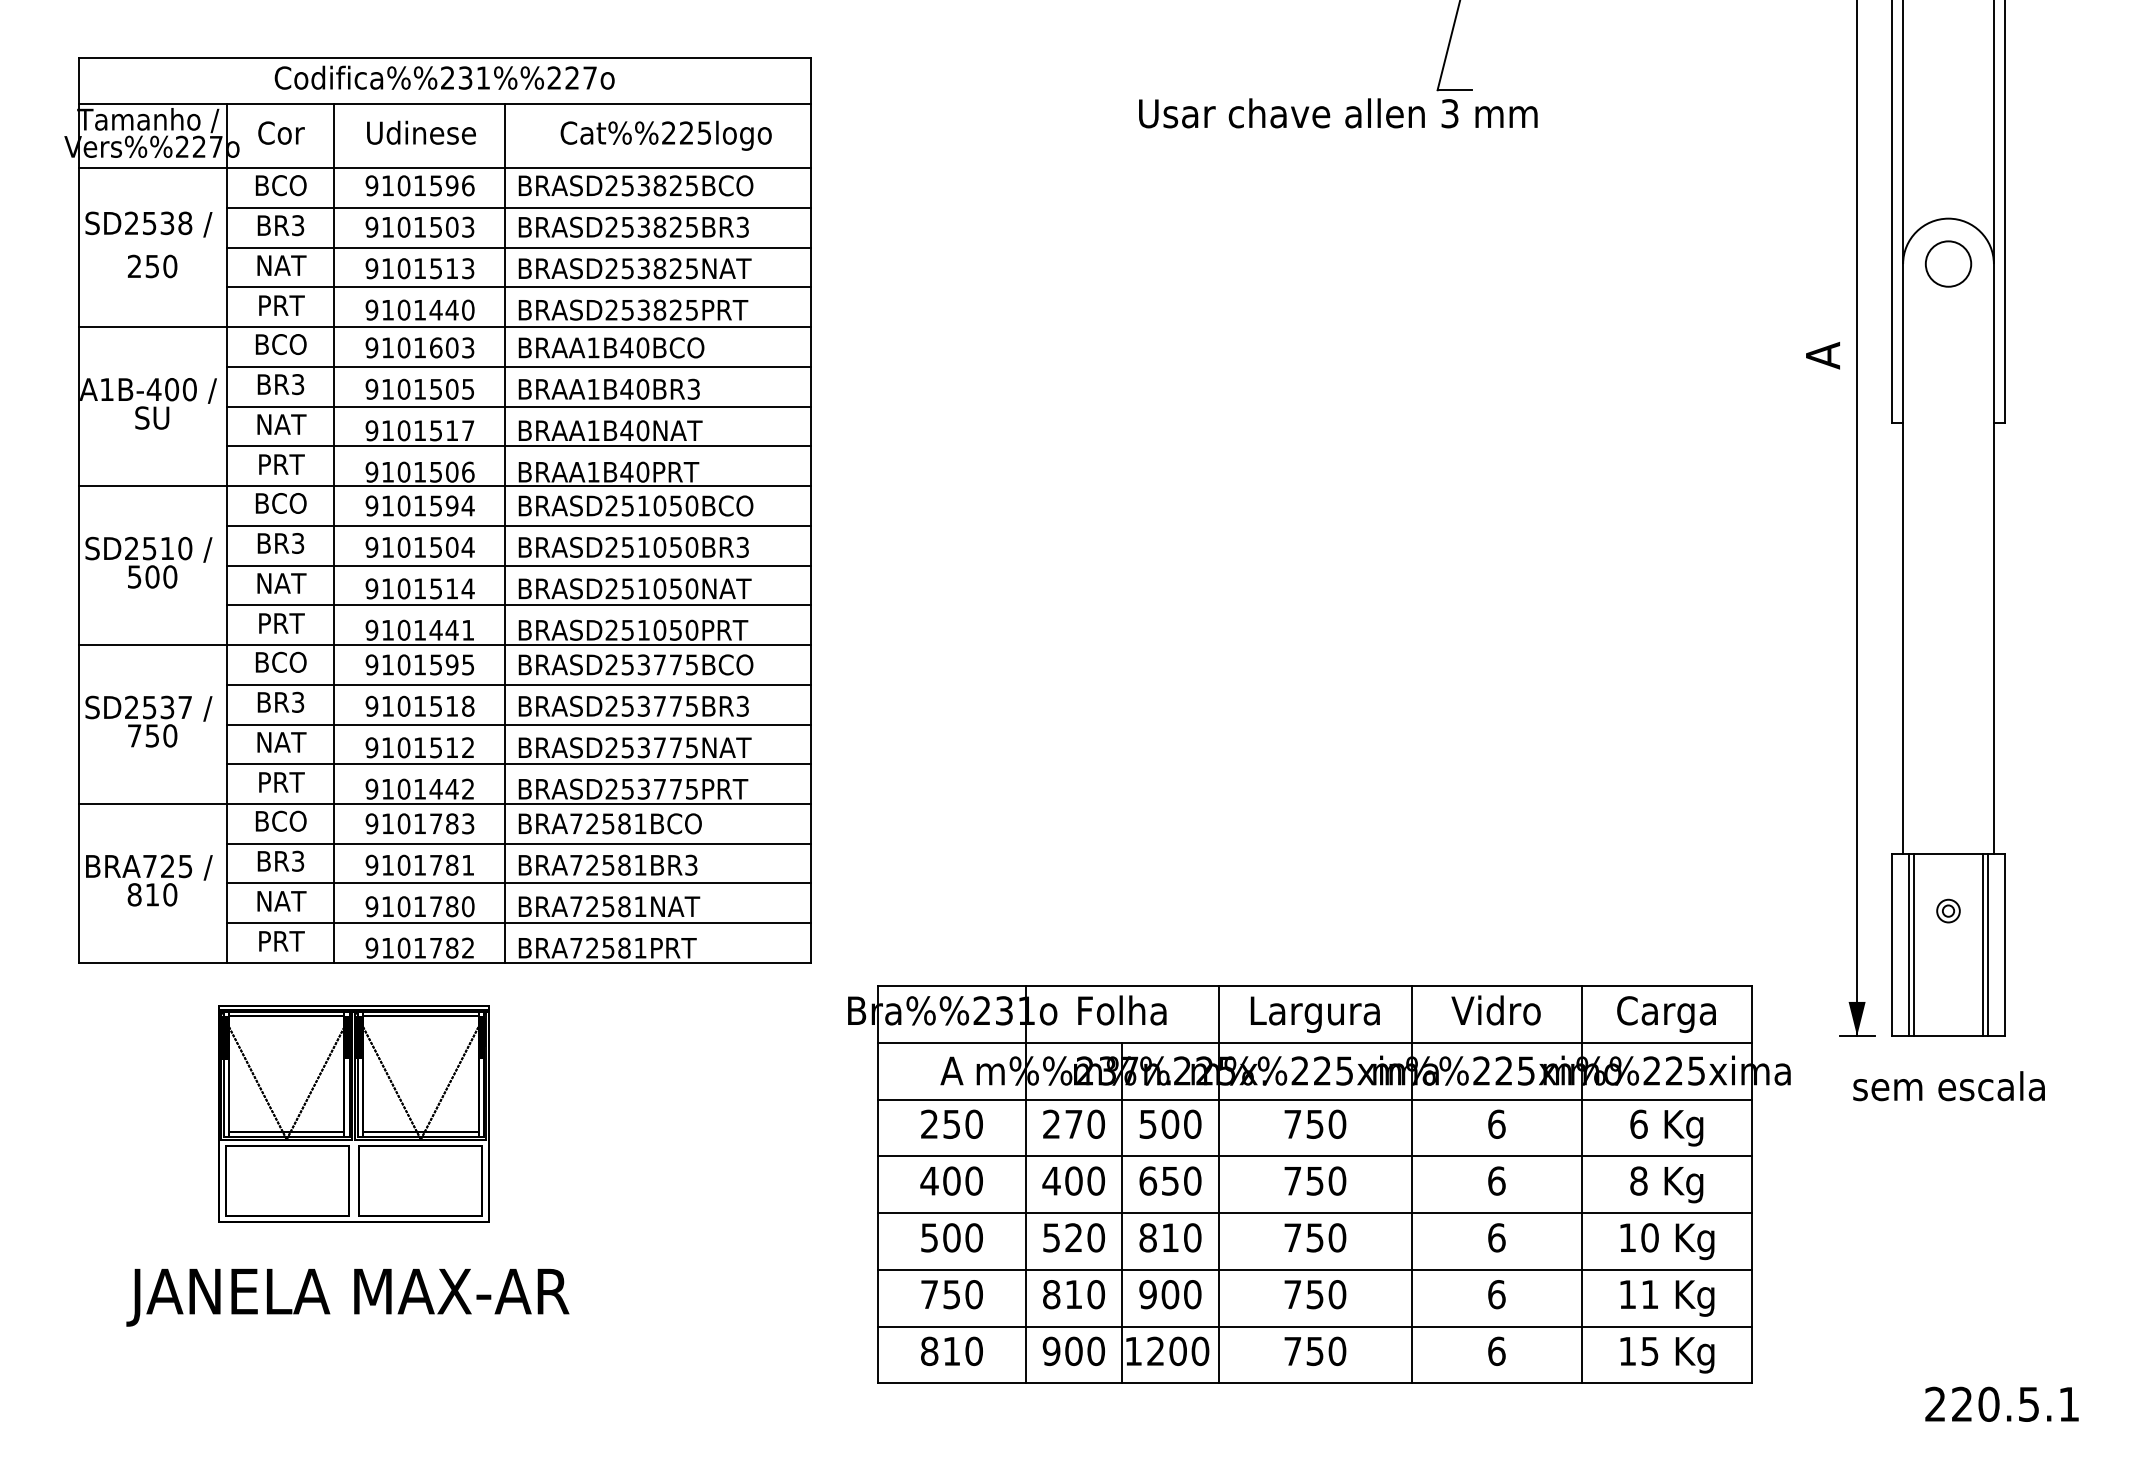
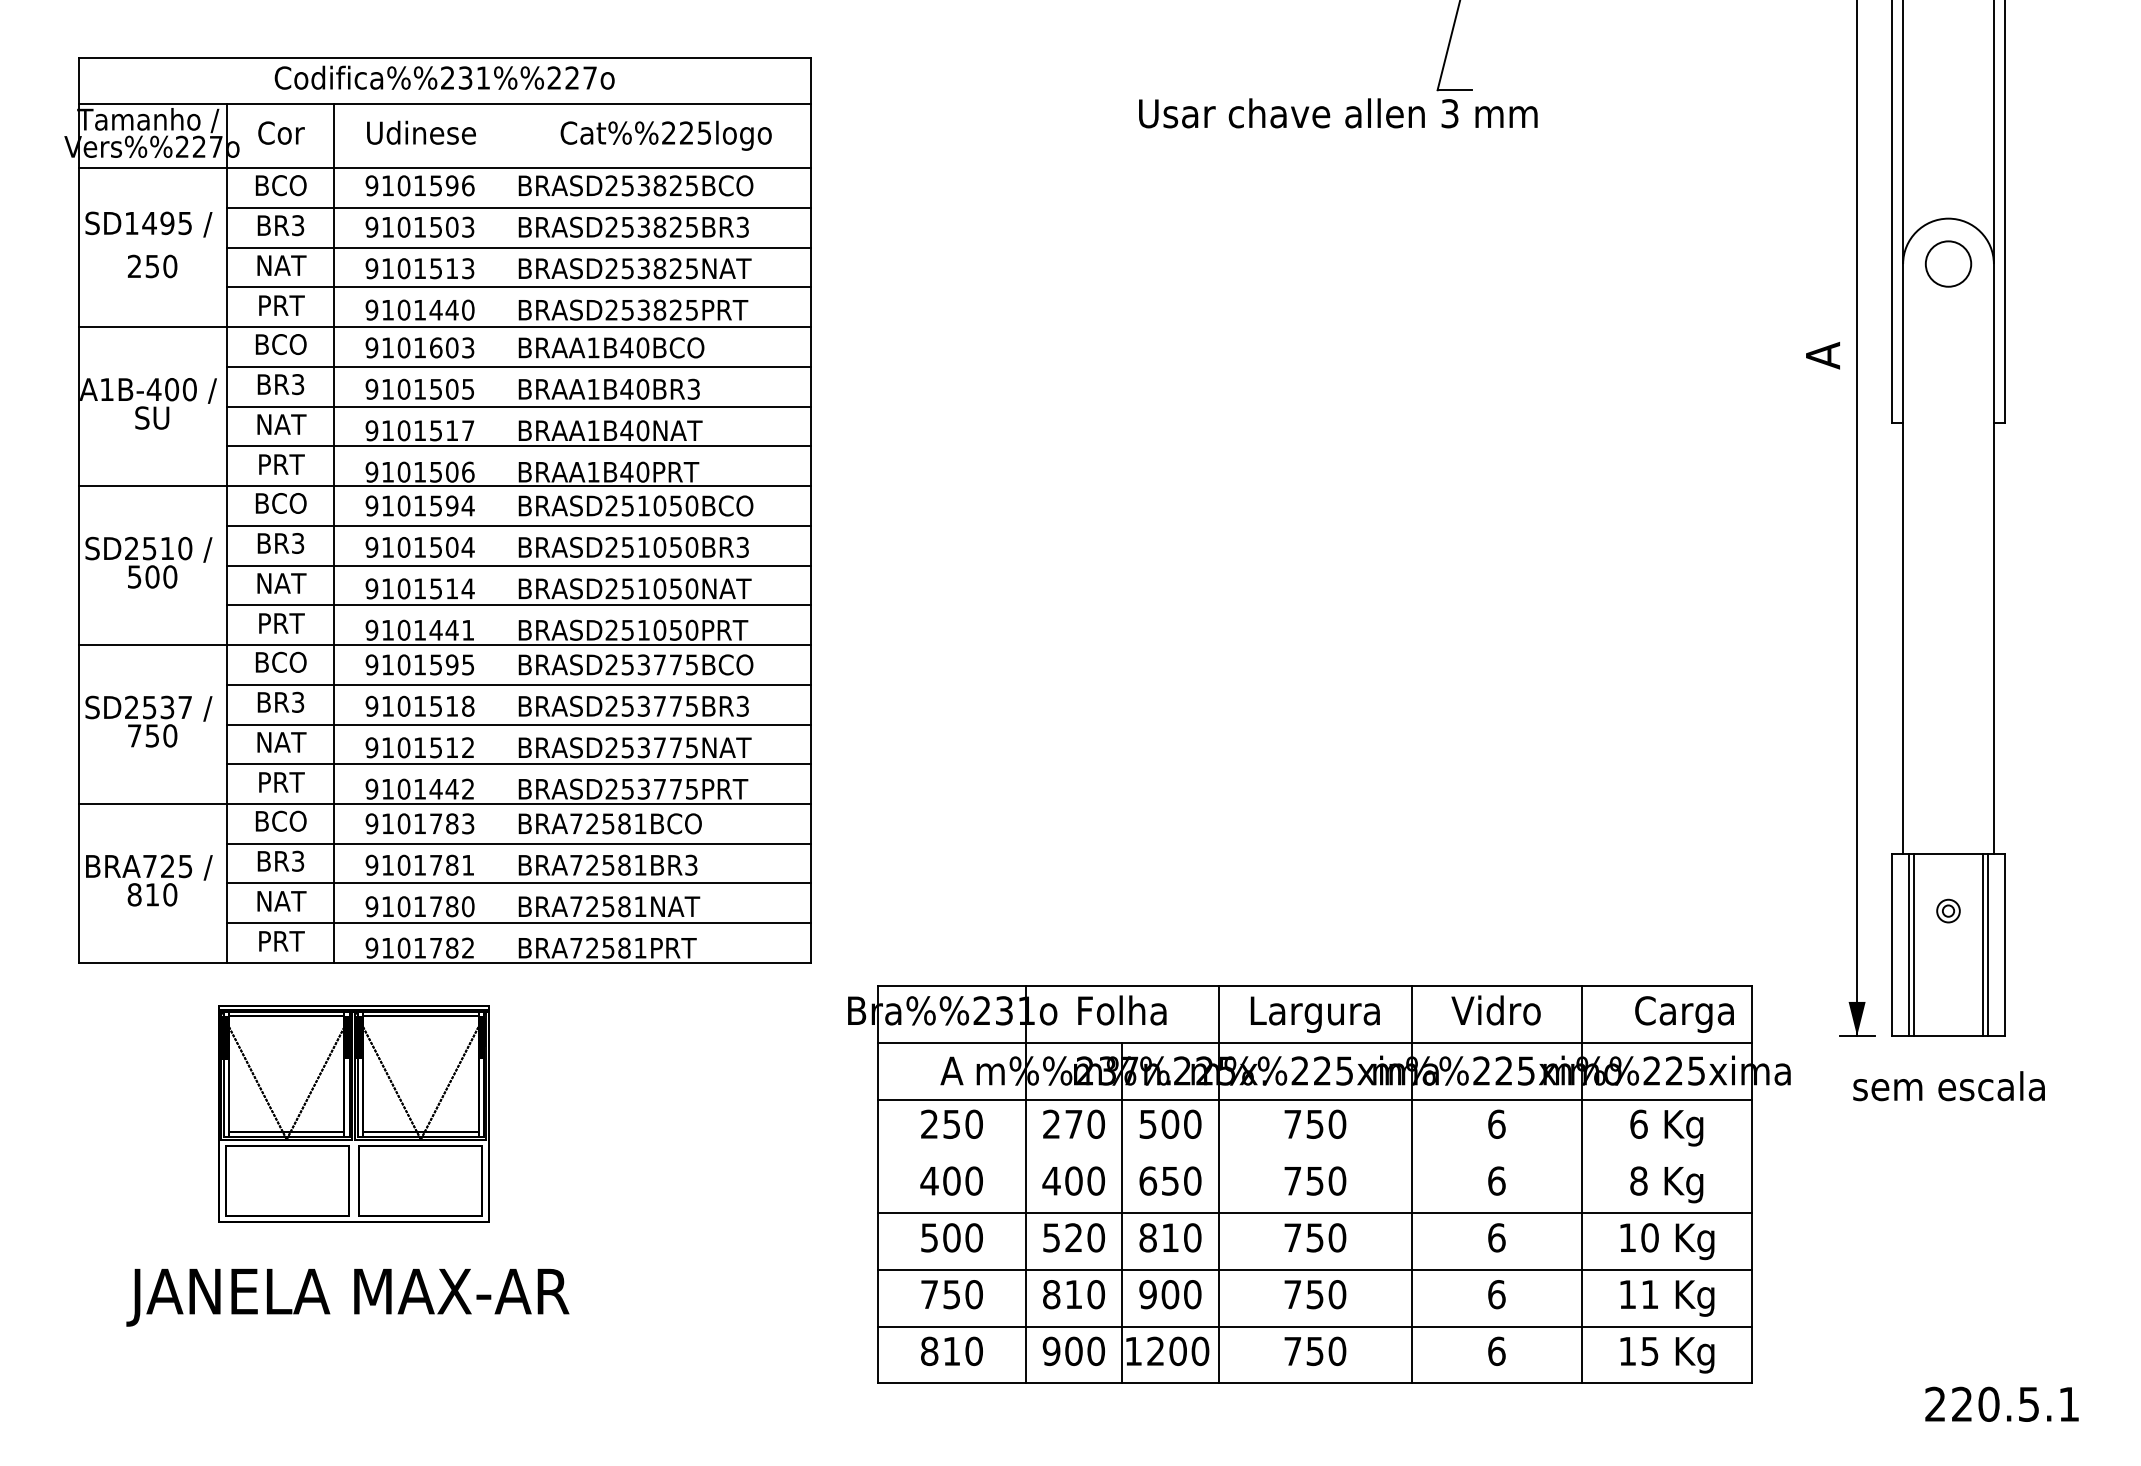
text at (158, 223): SD2538 -> SD1495
line at (504, 532): present -> none
text at (1666, 1014) position: (1666, 1014) -> (1684, 1014)
line at (1315, 1156): present -> none
